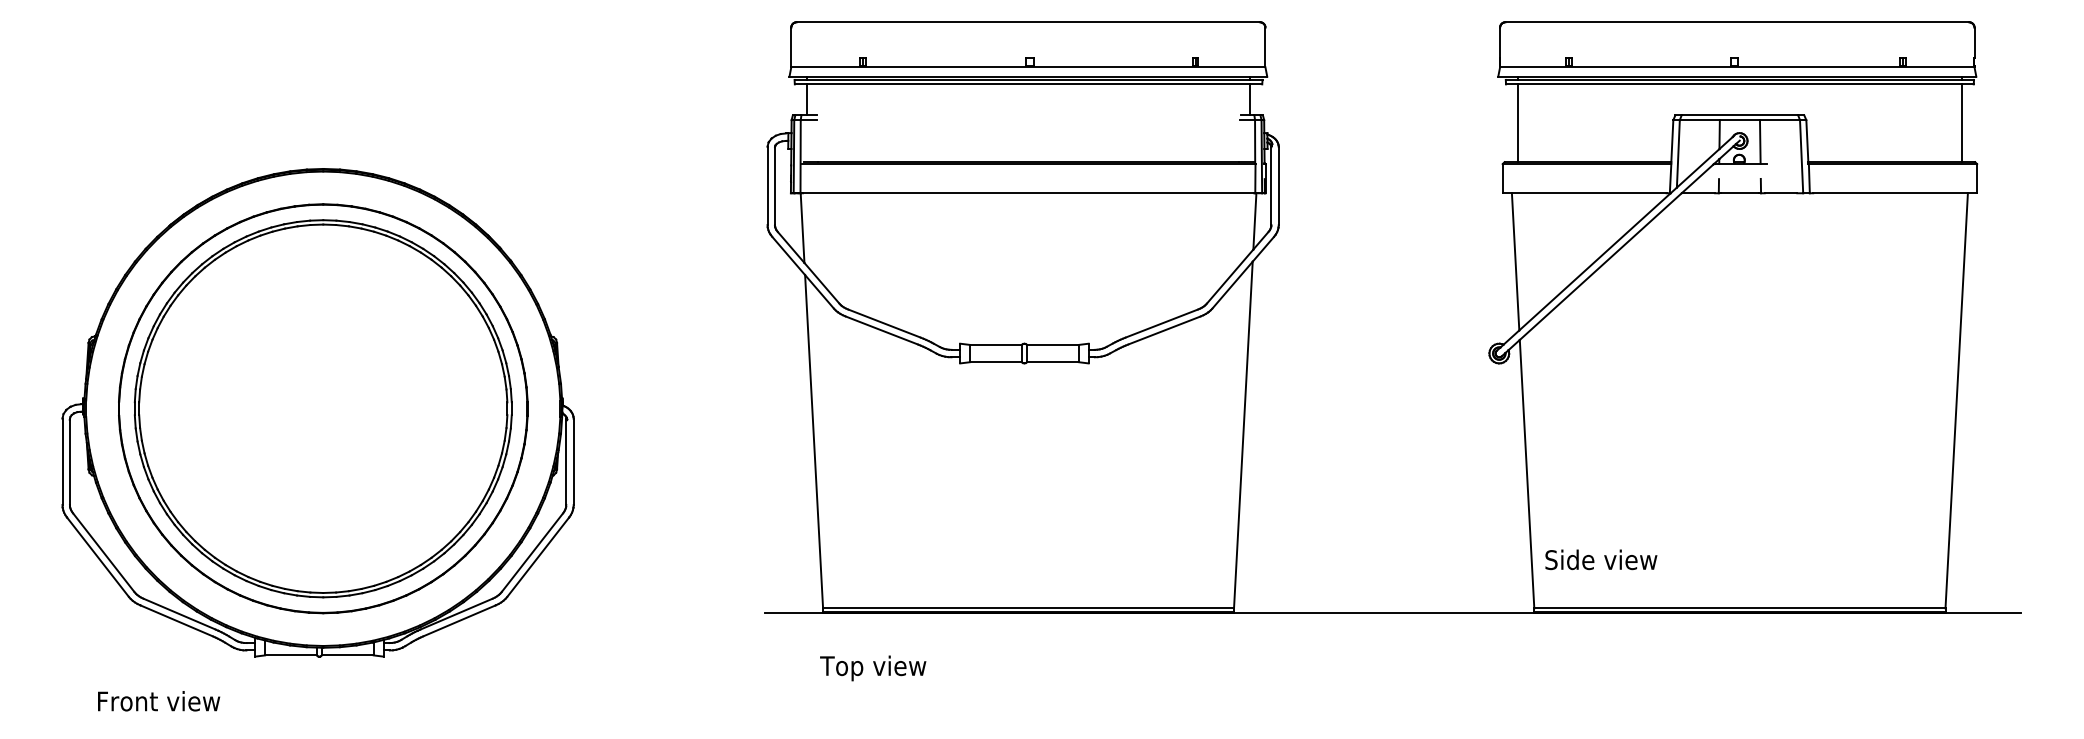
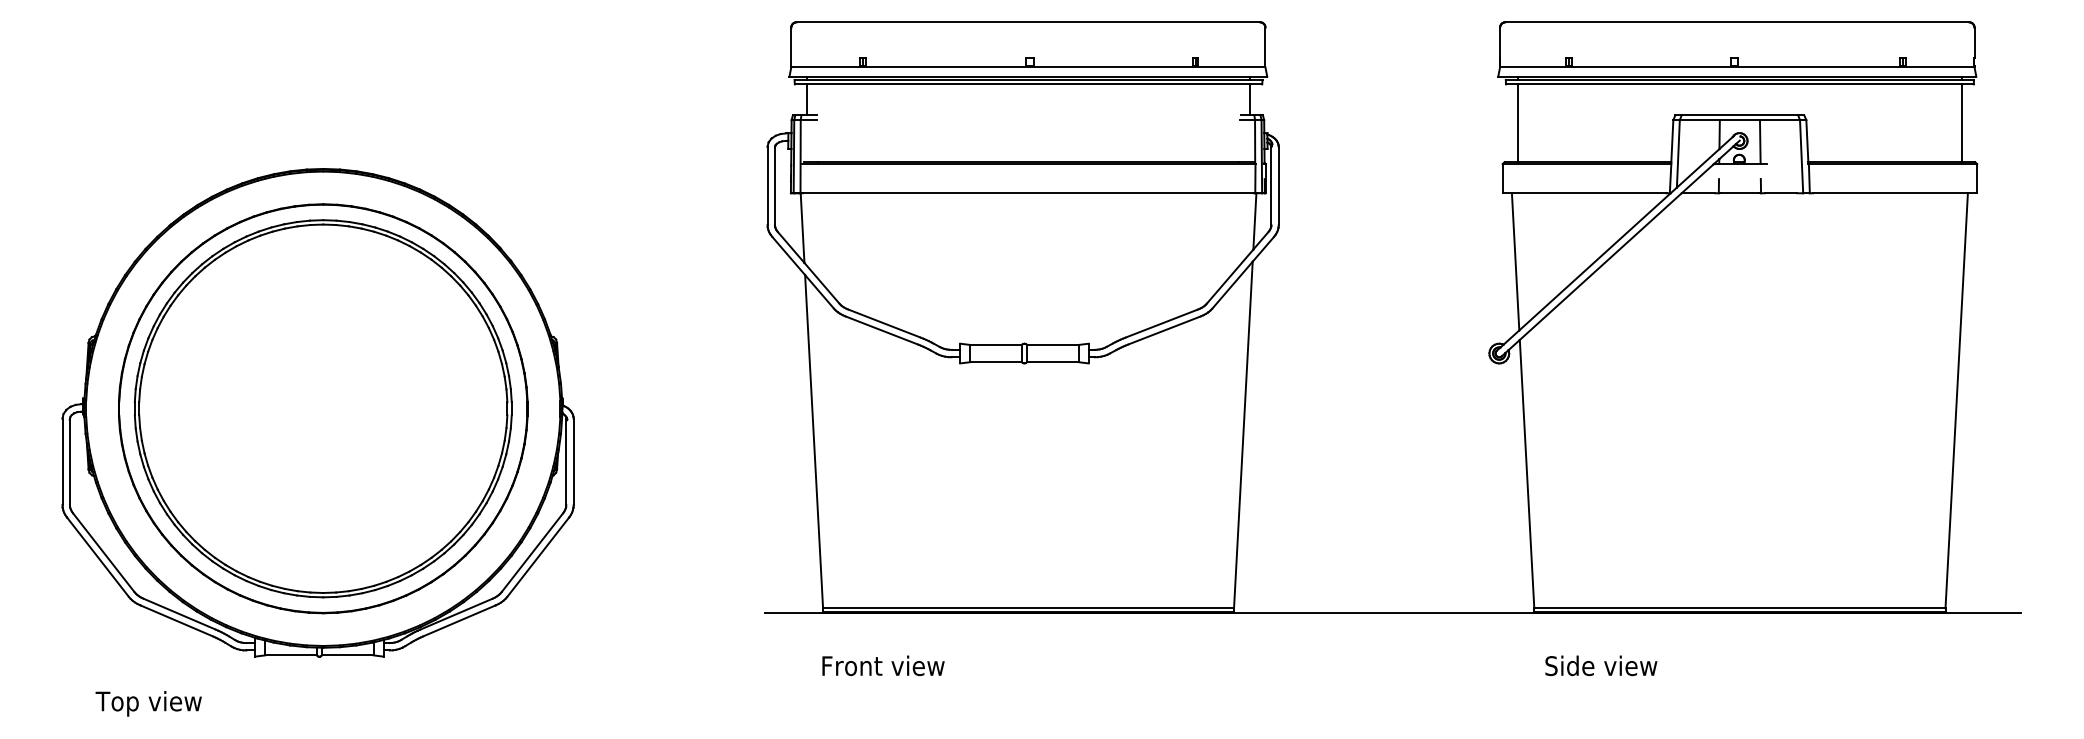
text at (1601, 559) position: (1601, 559) -> (1601, 665)
text at (882, 668): Top view -> Front view
text at (157, 703): Front view -> Top view
